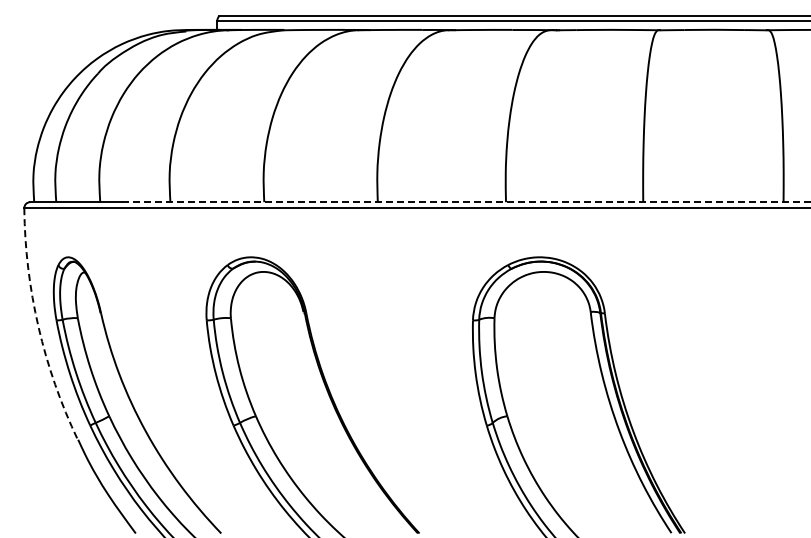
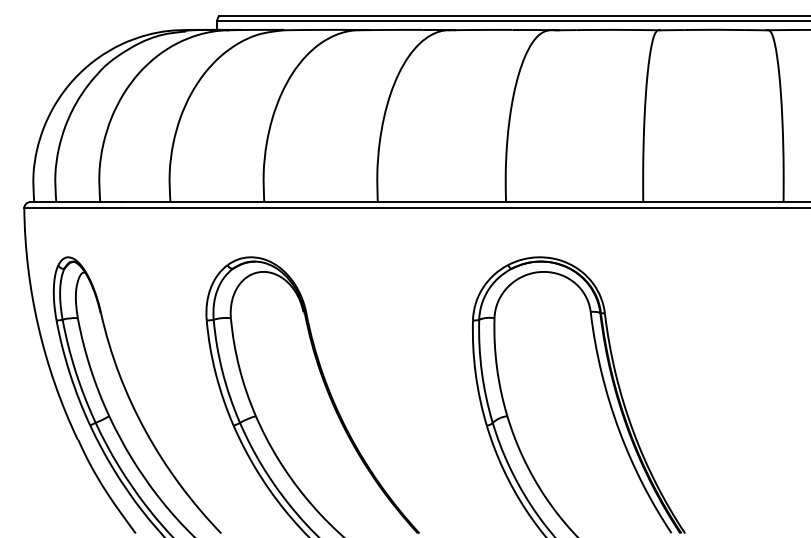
line at (466, 202): dashed -> solid
arc at (38, 326): dashed -> solid
